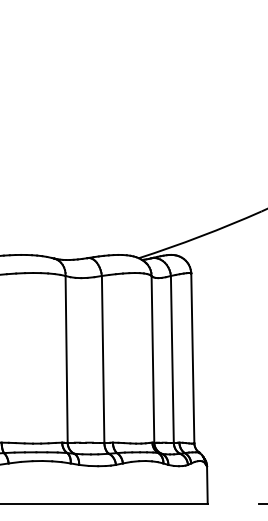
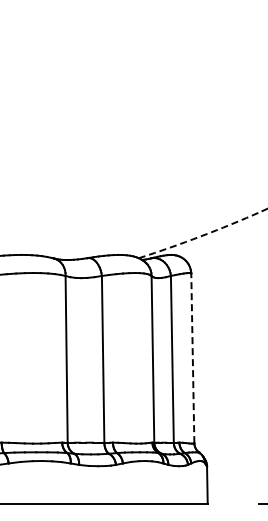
arc at (200, 236): solid -> dashed
line at (192, 358): solid -> dashed
